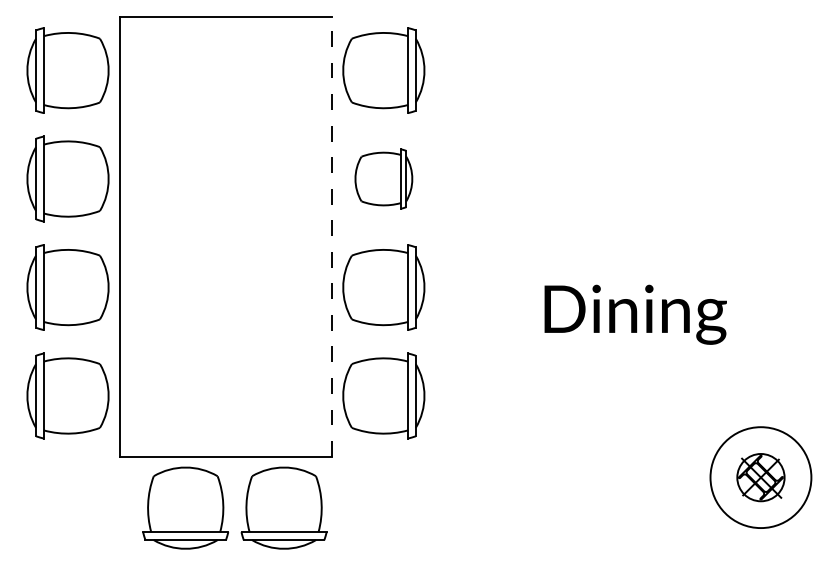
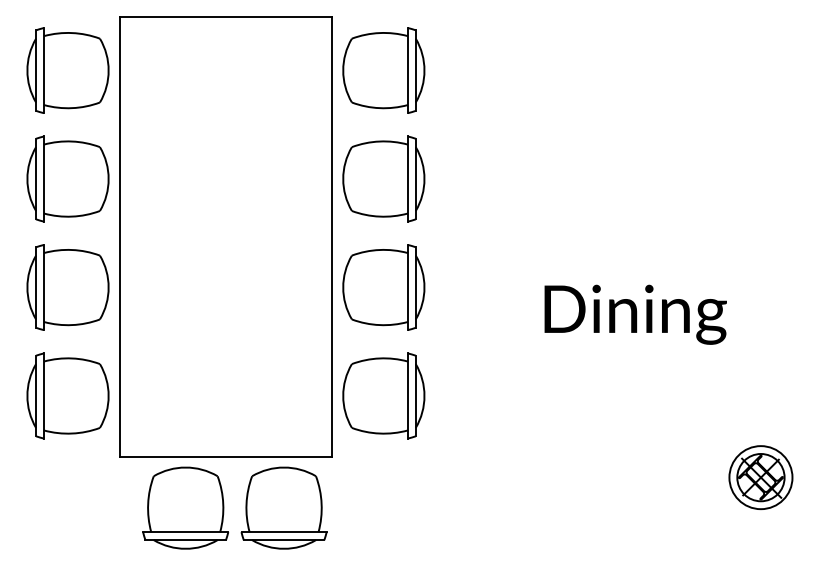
part at (383, 178) size: 60x62 px -> 84x88 px
line at (332, 237): dashed -> solid
circle at (760, 477) diameter: 101 px -> 63 px
